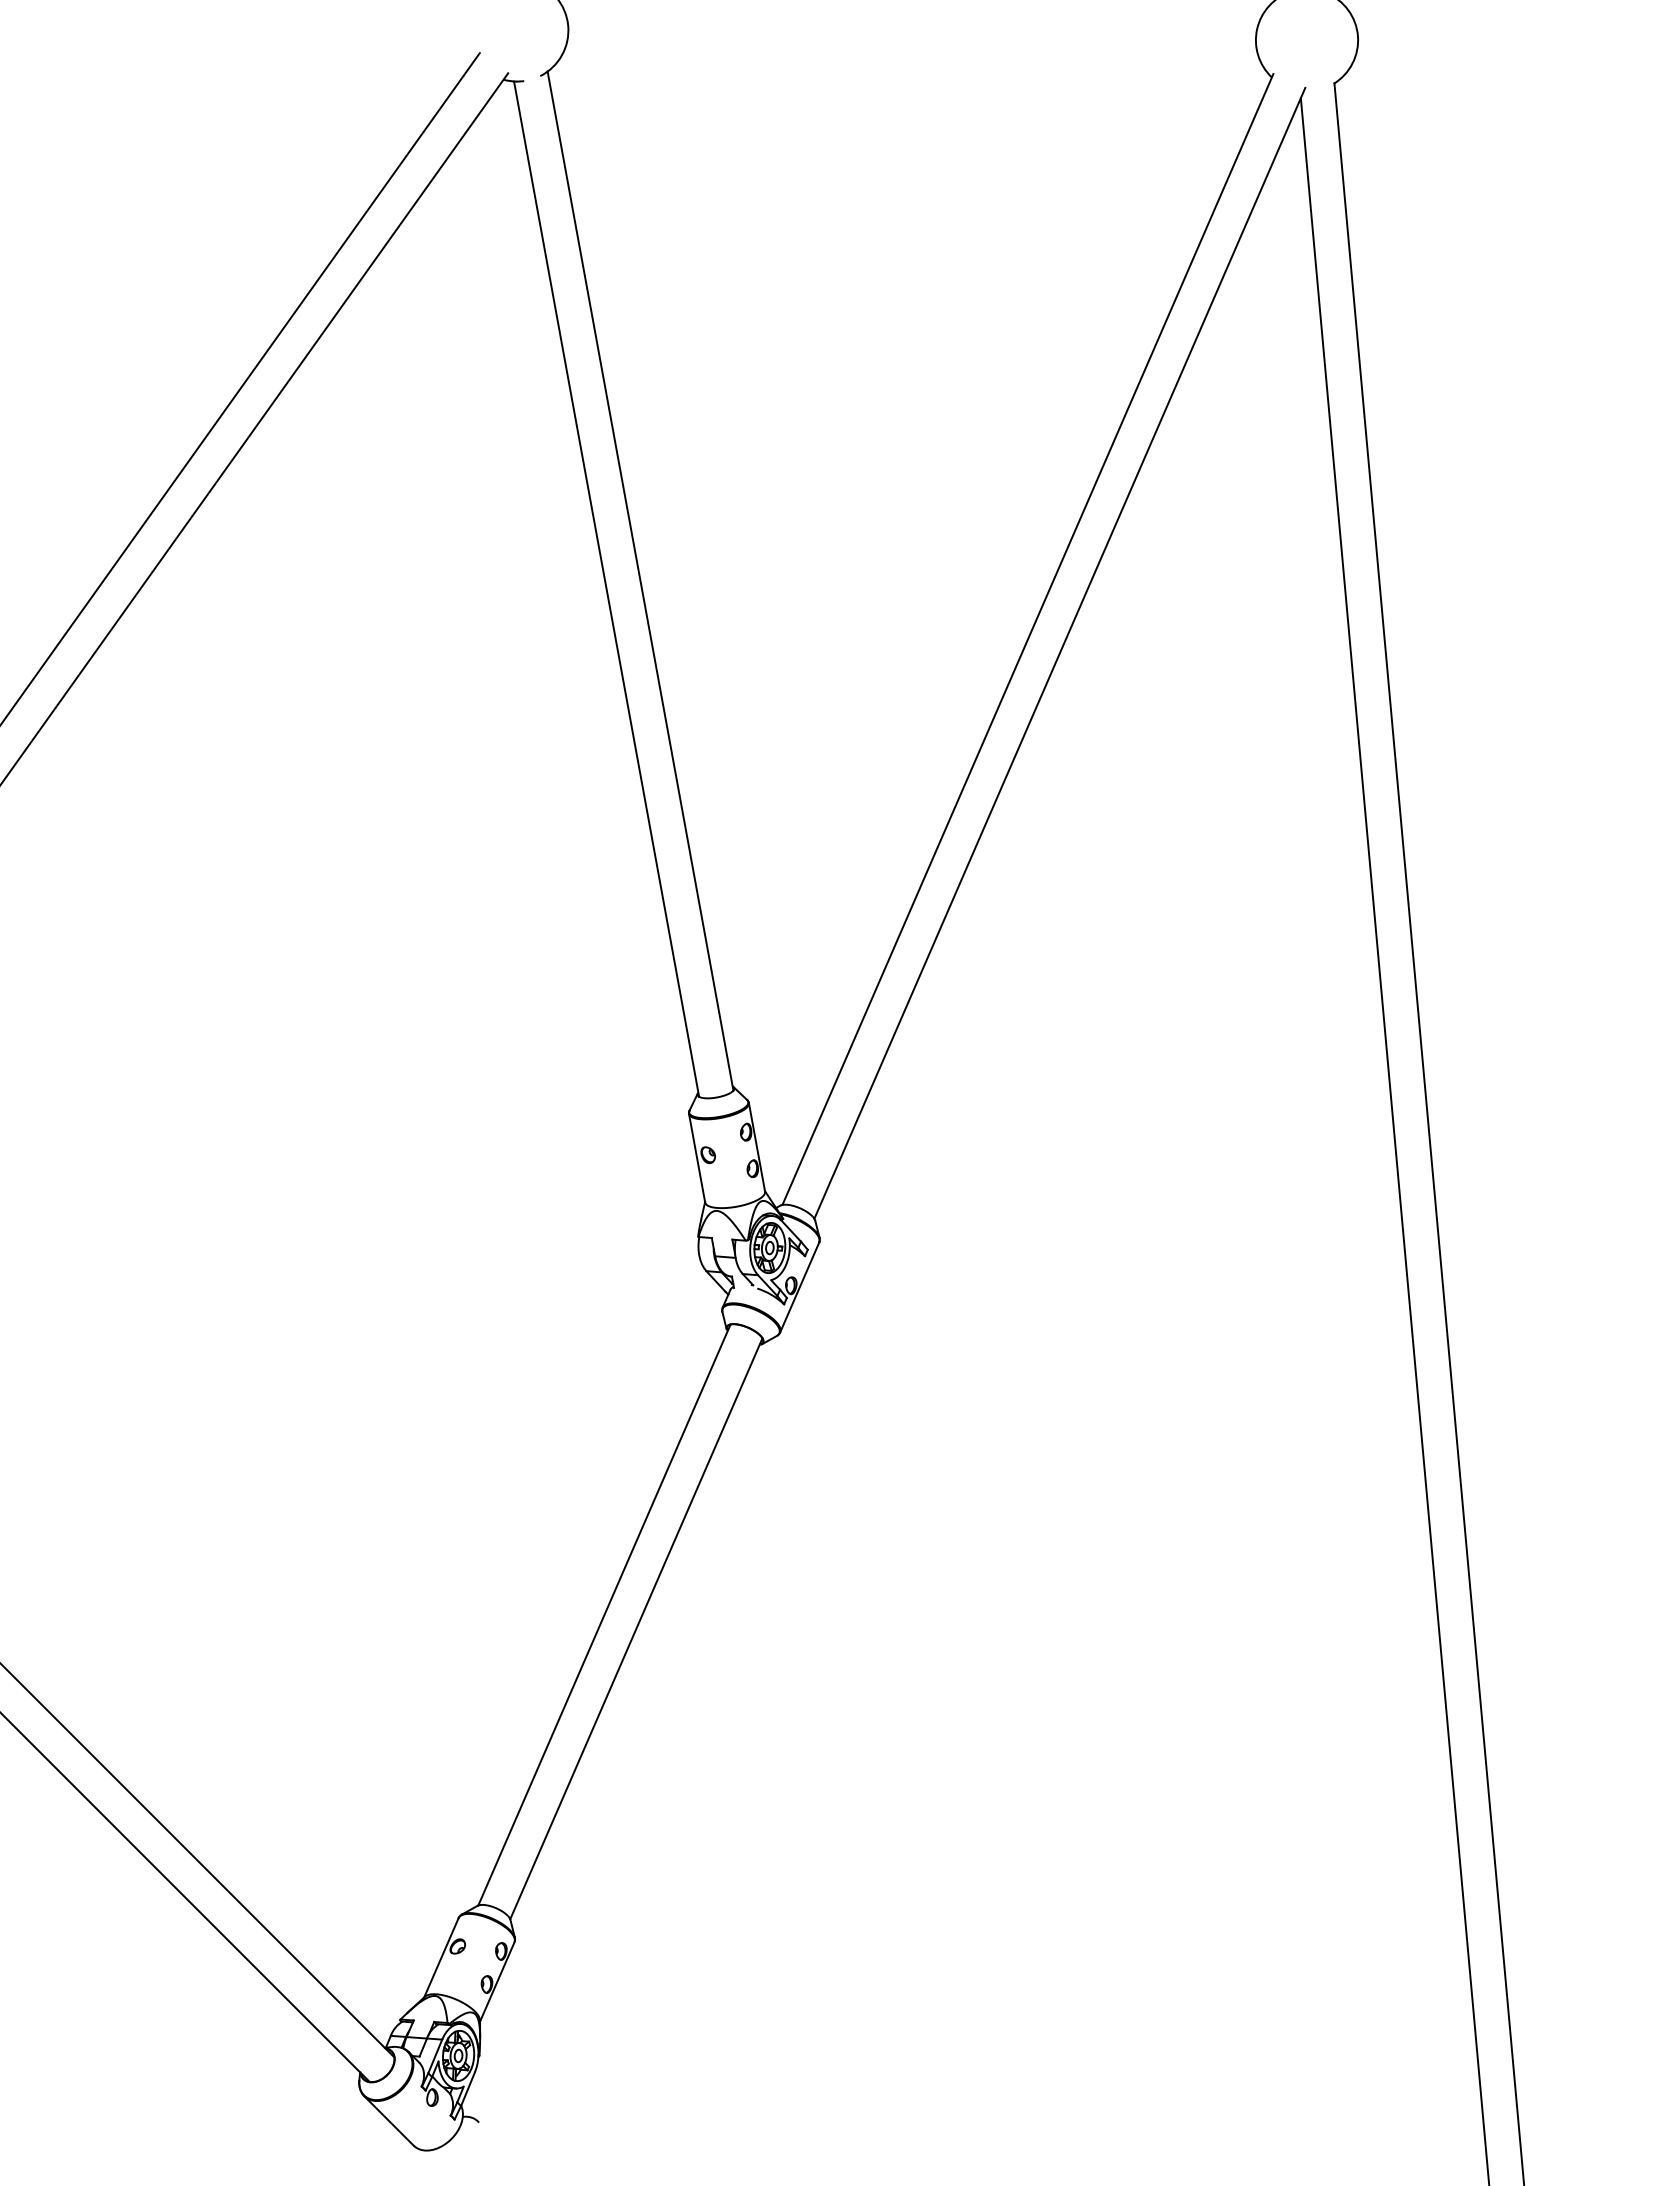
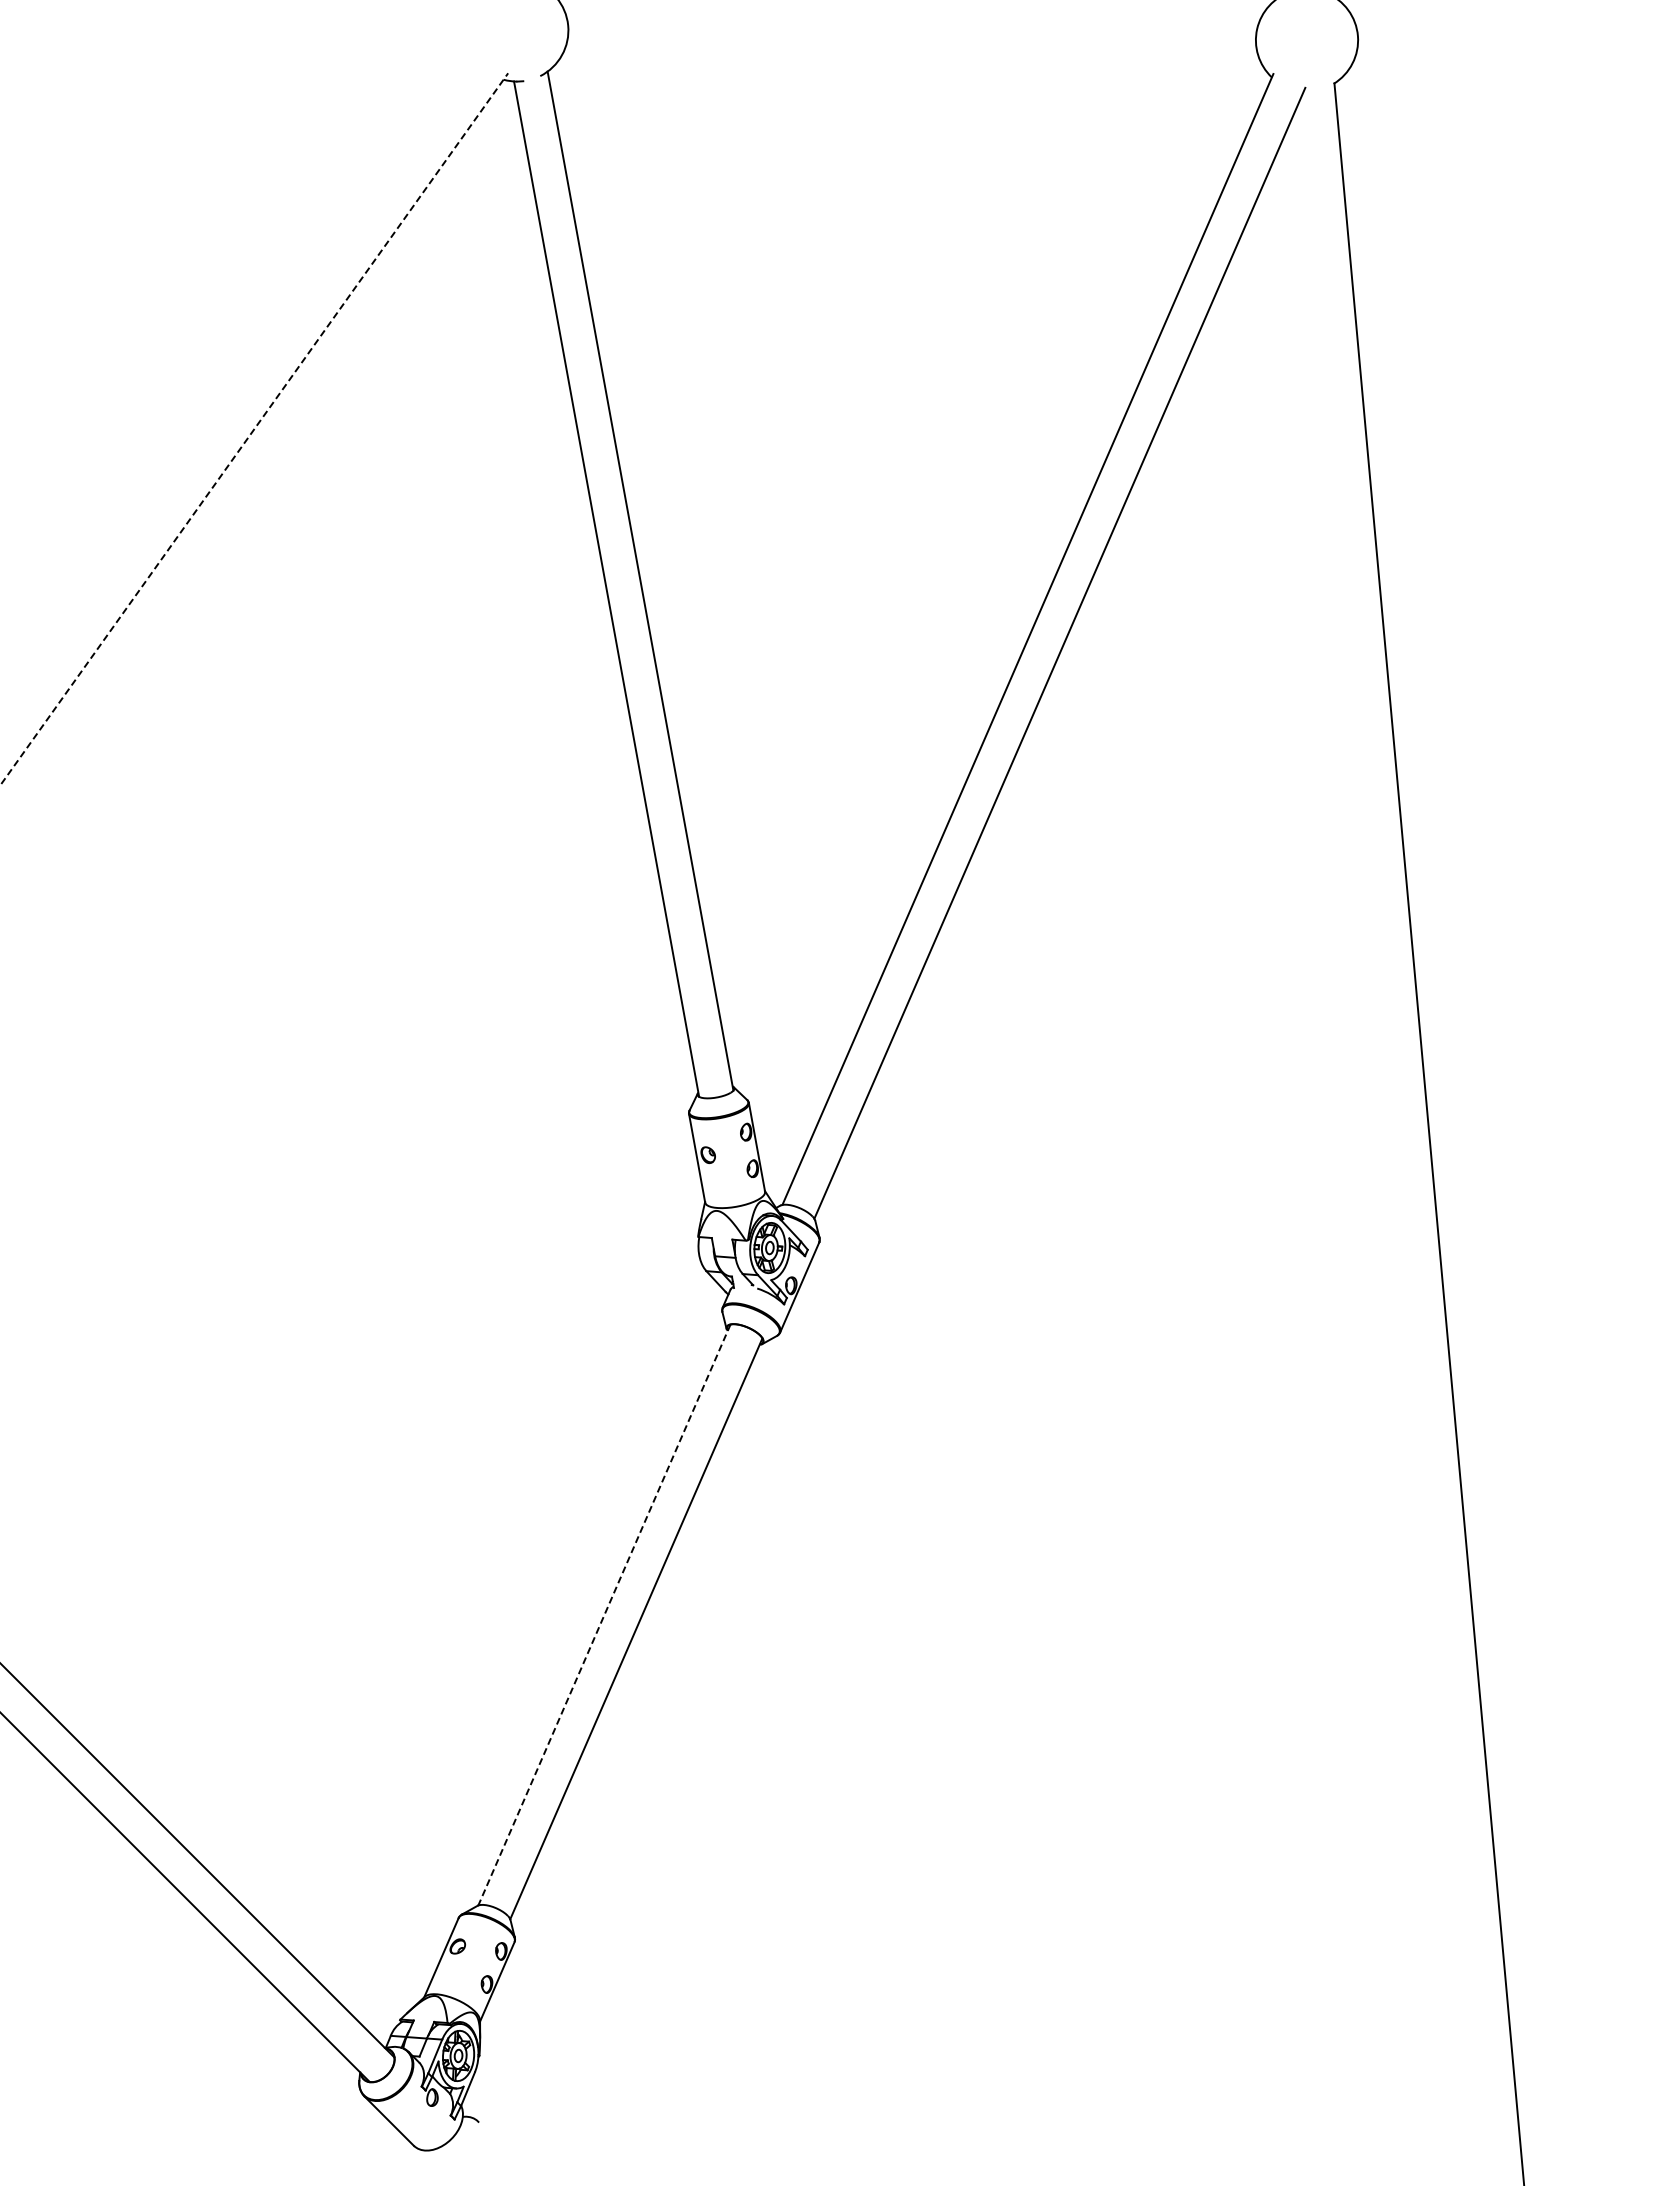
line at (240, 388): present -> none
line at (254, 429): solid -> dashed
line at (1394, 1140): present -> none
line at (604, 1615): solid -> dashed
